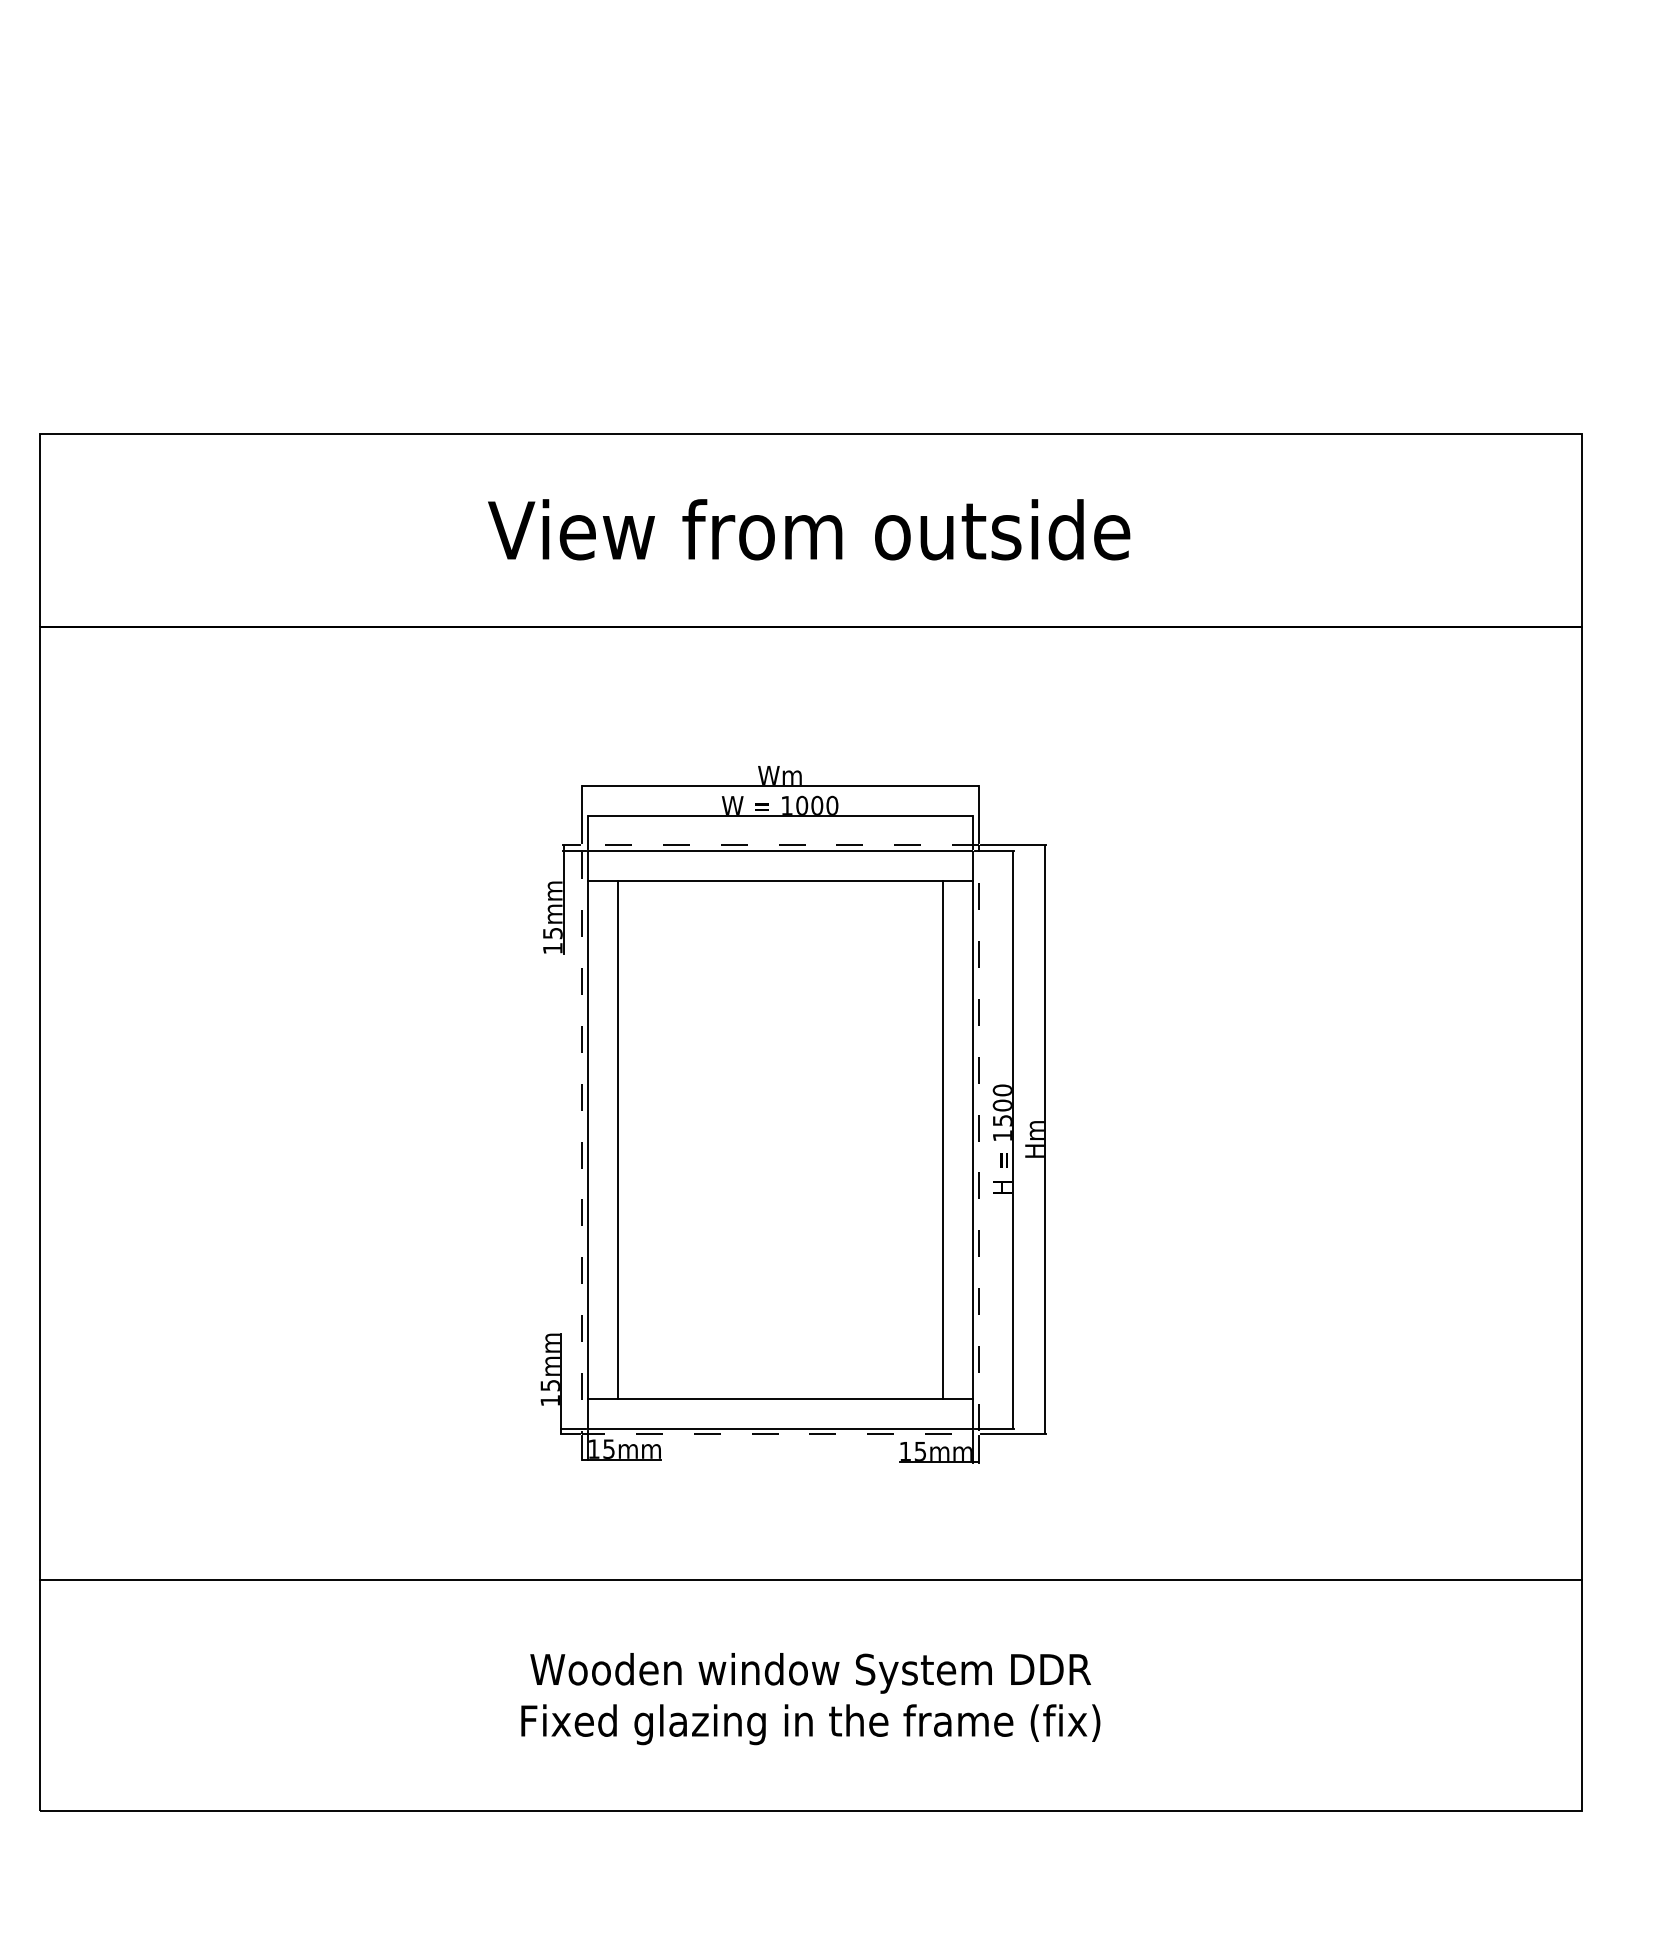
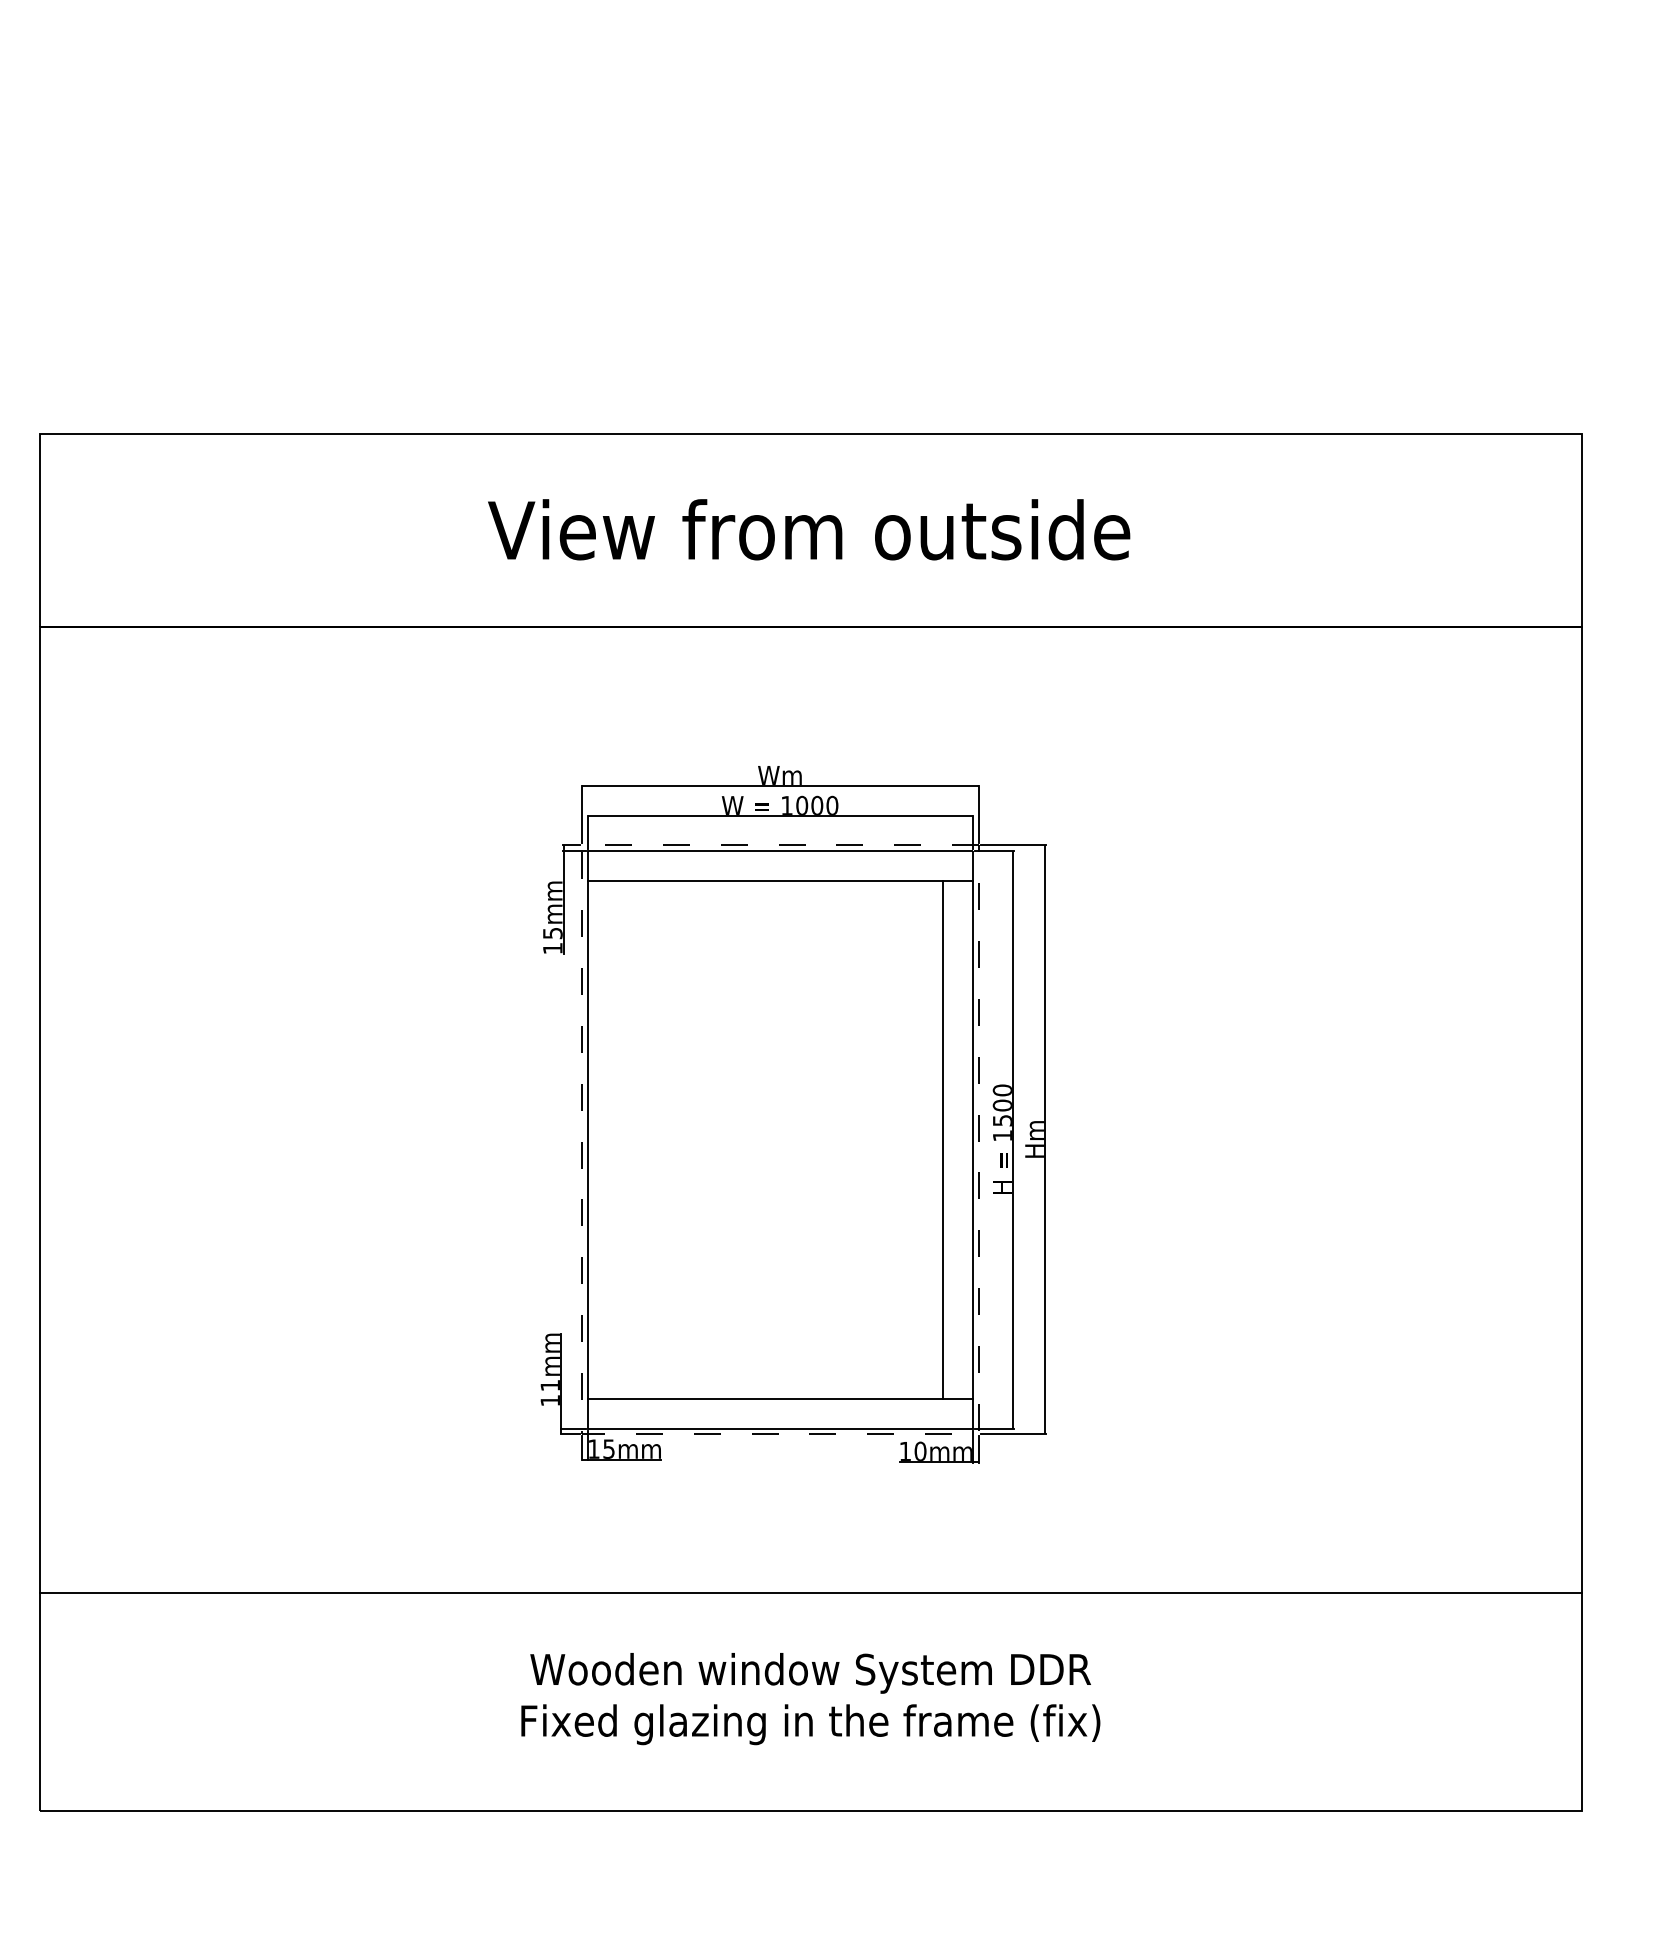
line at (617, 1139): present -> none
text at (549, 1385): 15mm -> 11mm
text at (920, 1450): 15mm -> 10mm
line at (810, 1579) position: (810, 1579) -> (810, 1592)
